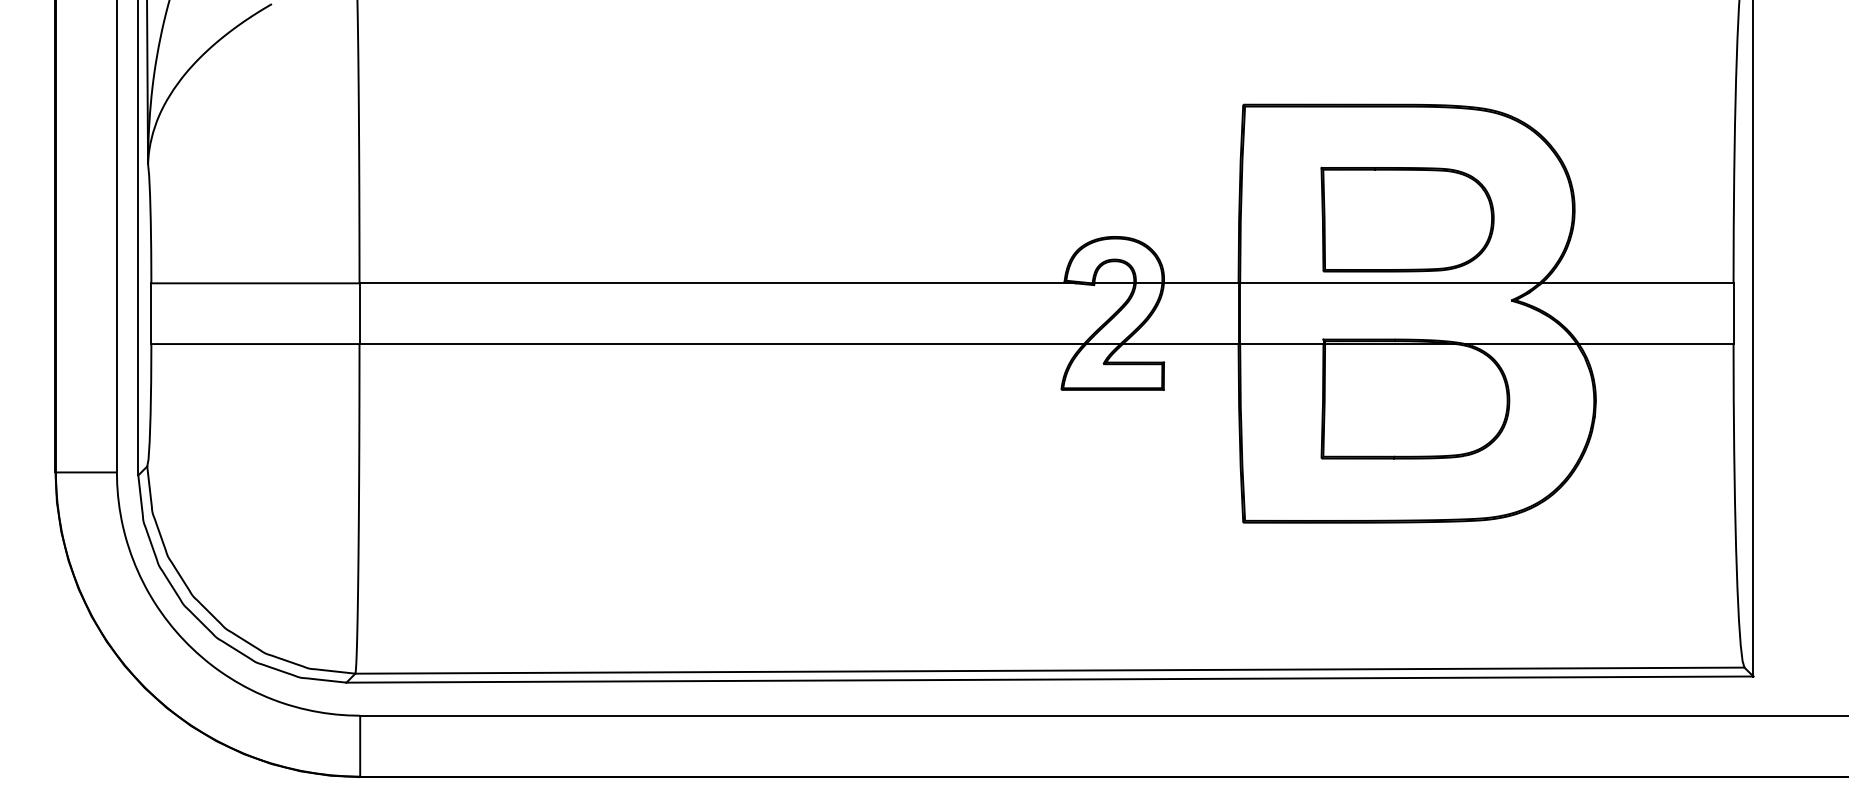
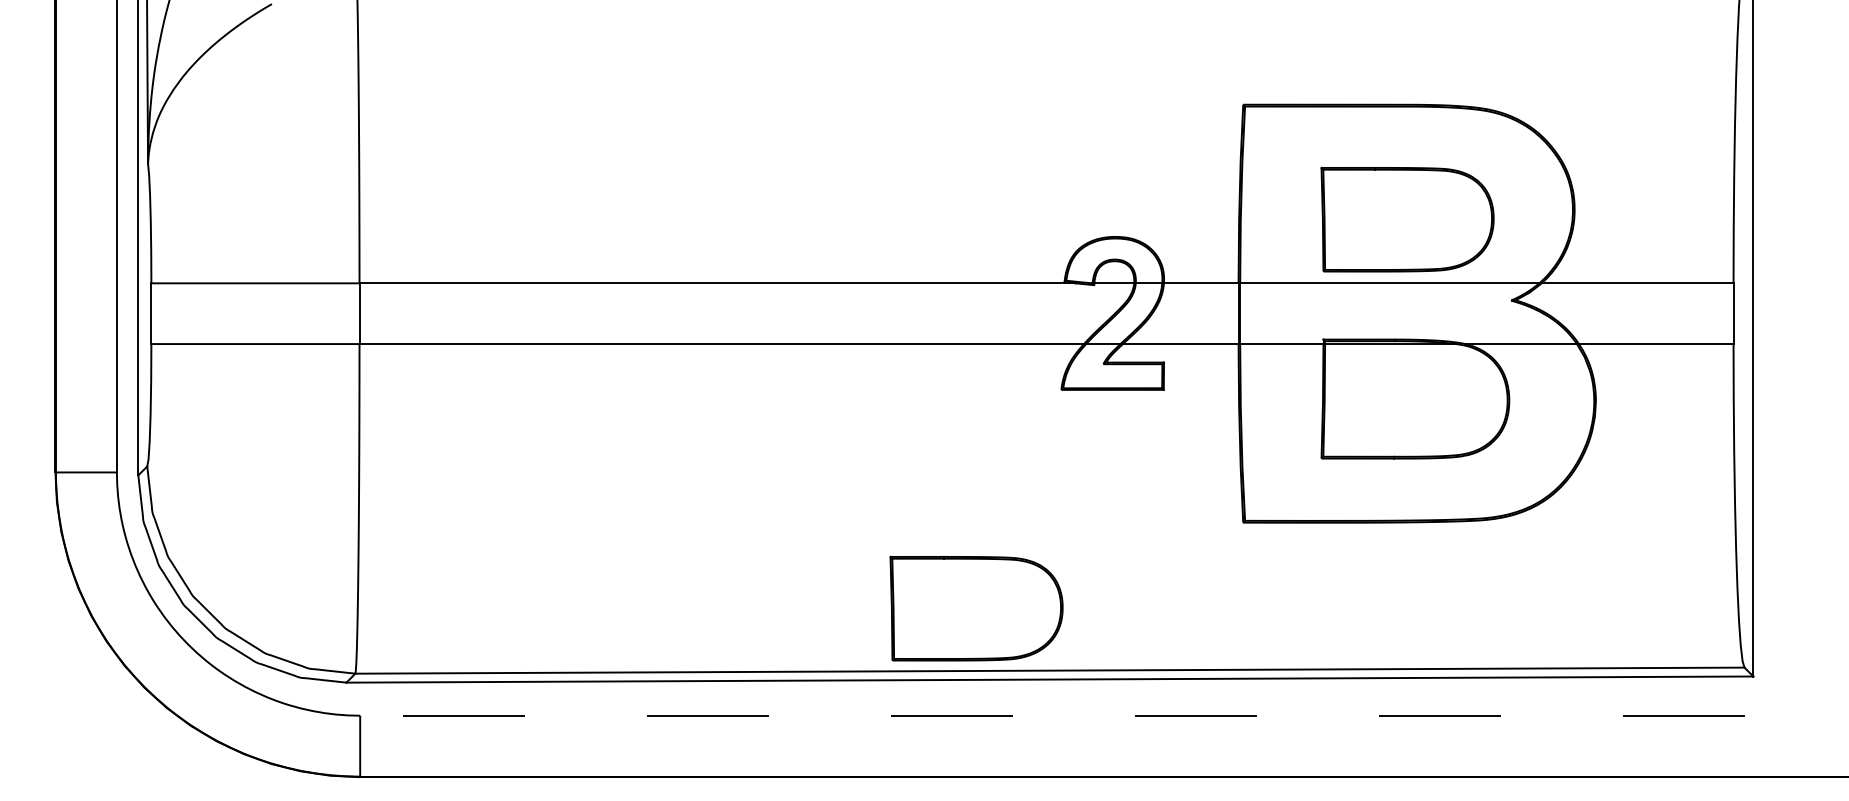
part at (976, 608): none -> present
line at (1104, 715): solid -> dashed
